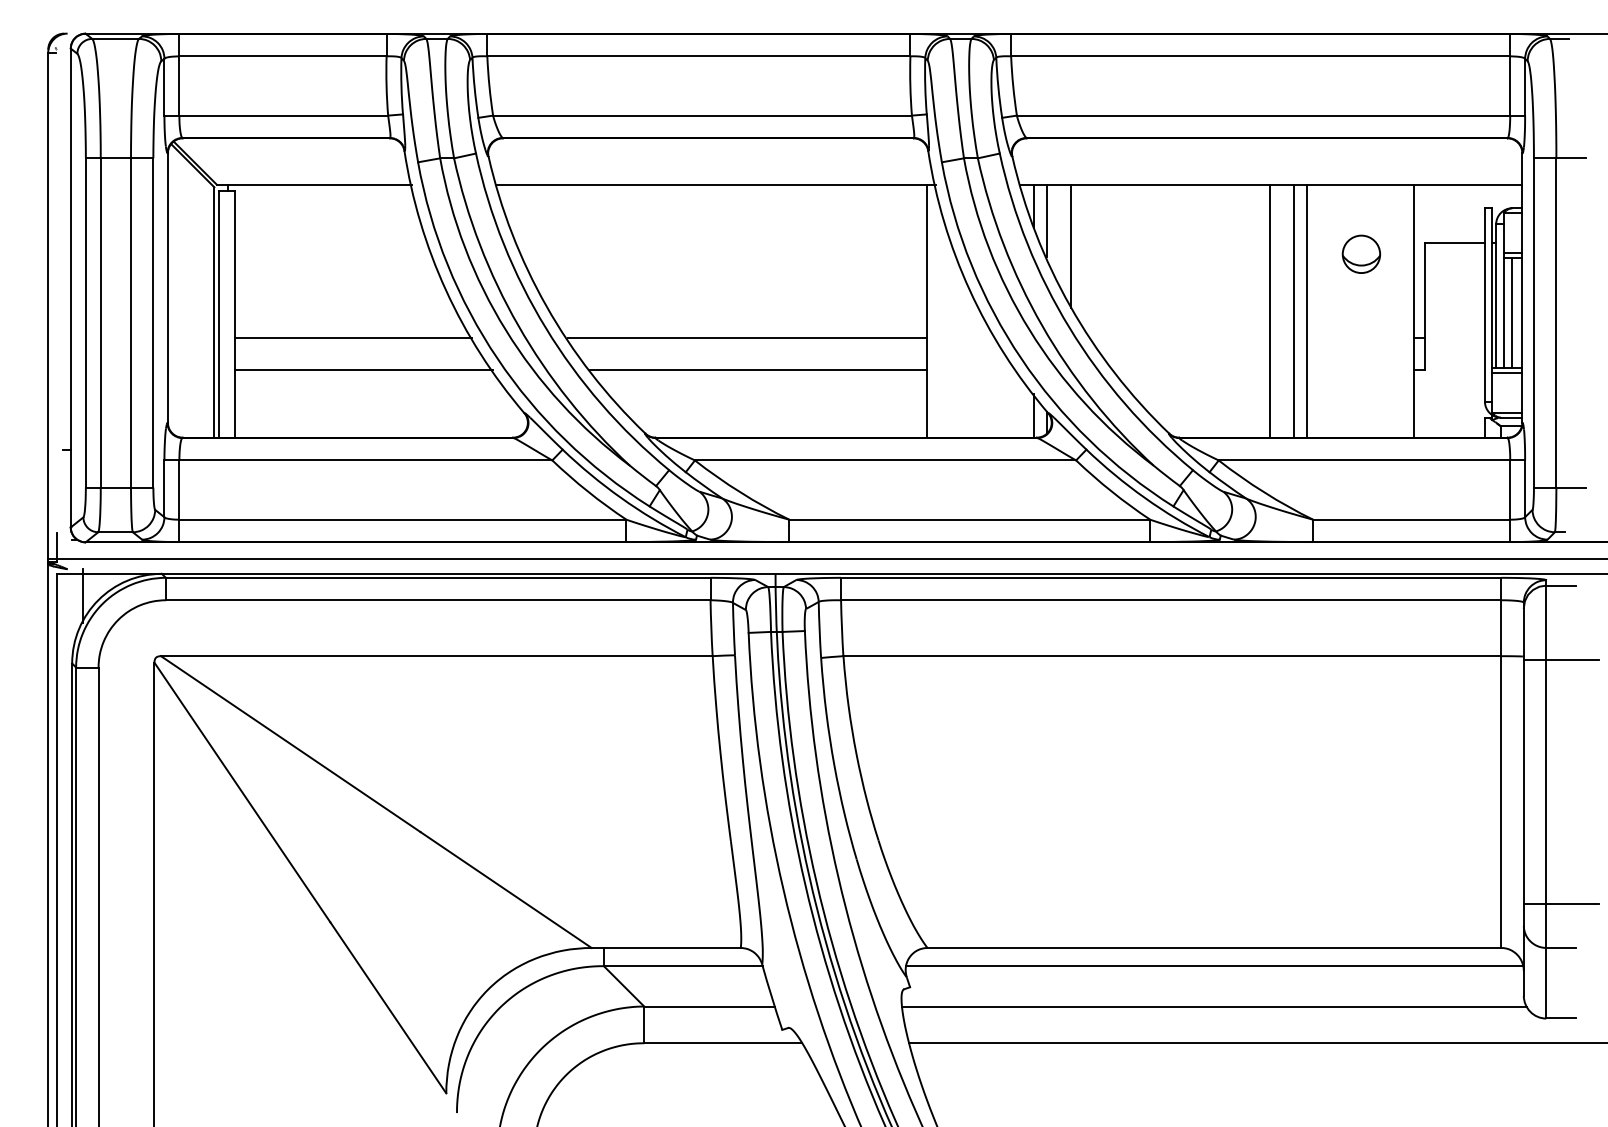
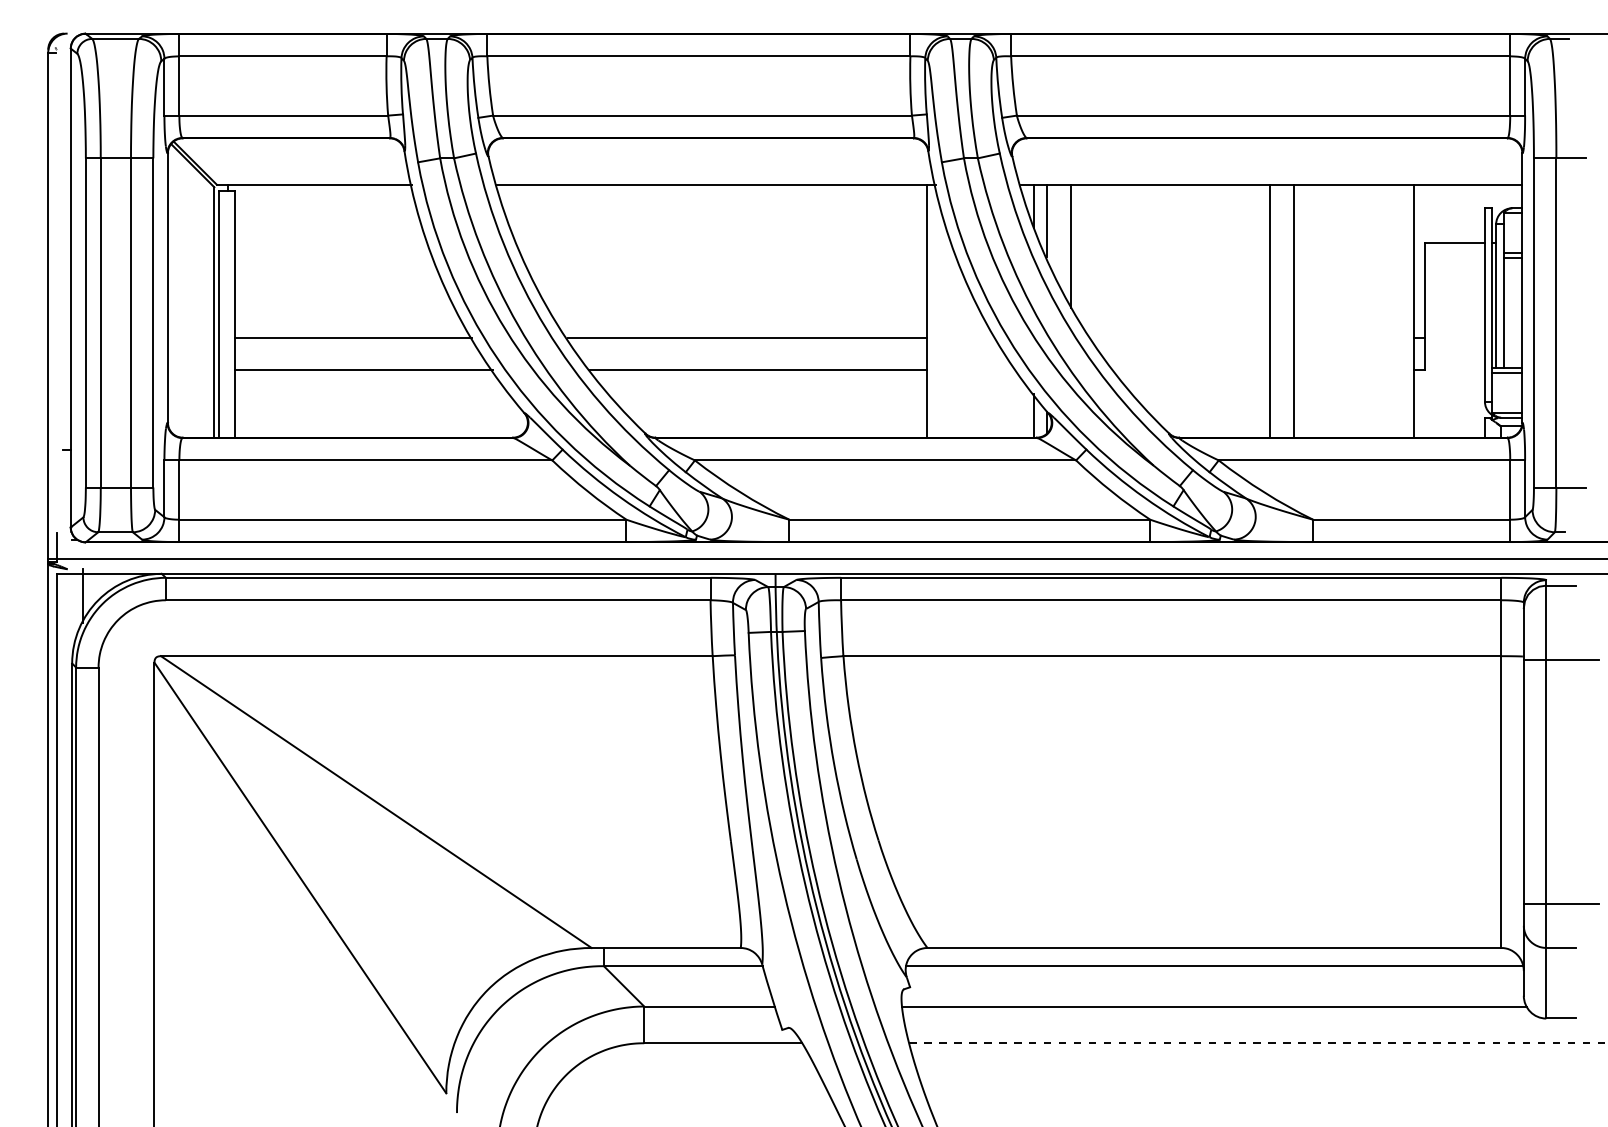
part at (1361, 253): present -> none
line at (1307, 310): present -> none
line at (1512, 313): present -> none
line at (1258, 1043): solid -> dashed
